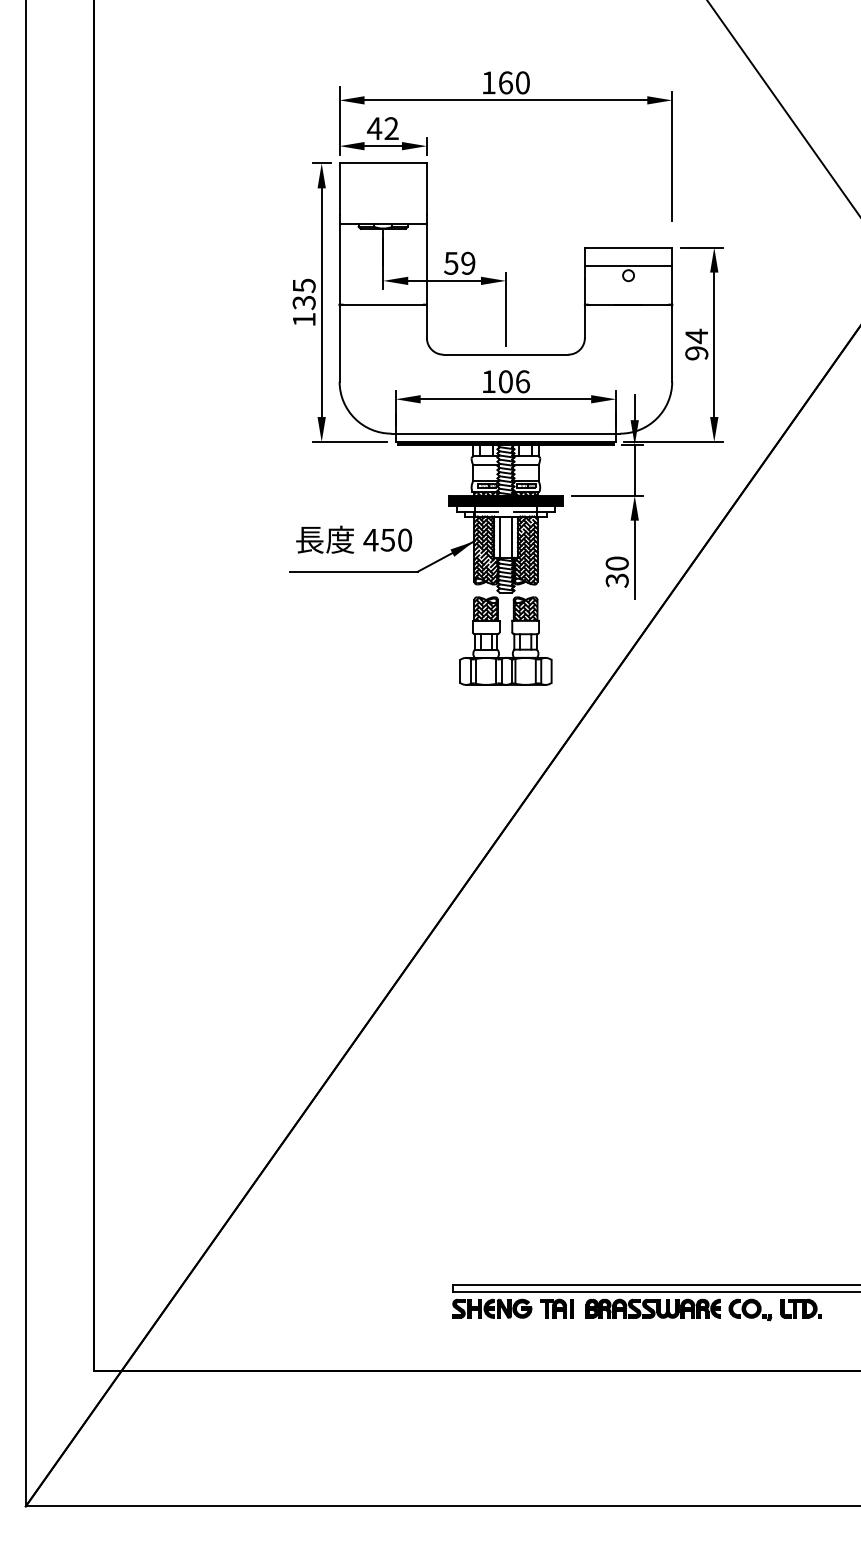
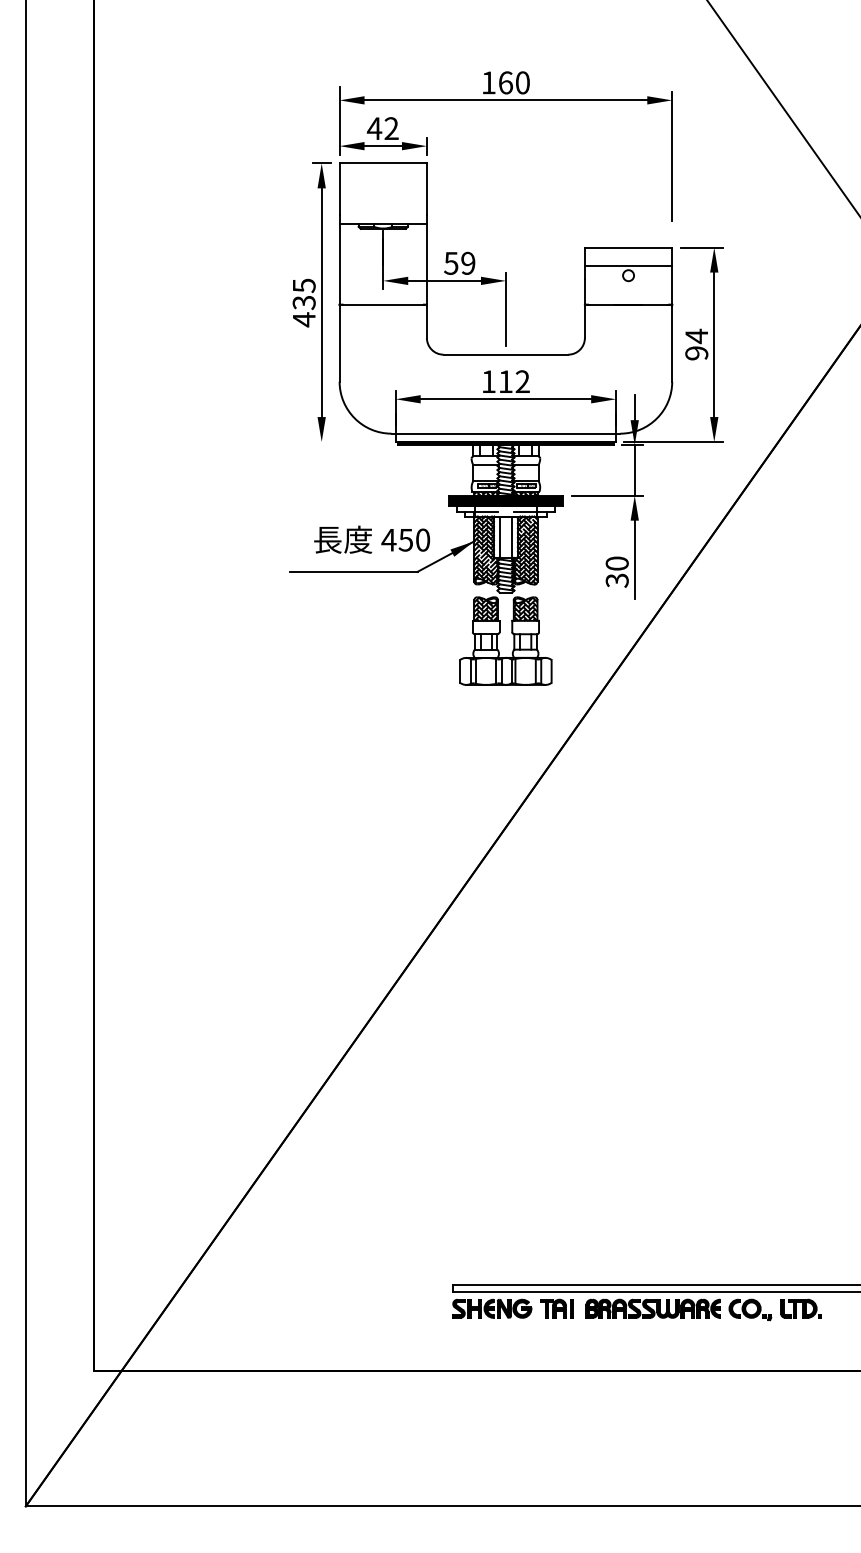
text at (304, 319): 135 -> 435
text at (514, 381): 106 -> 112
line at (350, 442): present -> none
text at (354, 539) position: (354, 539) -> (372, 539)
